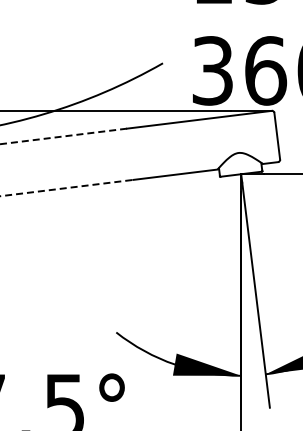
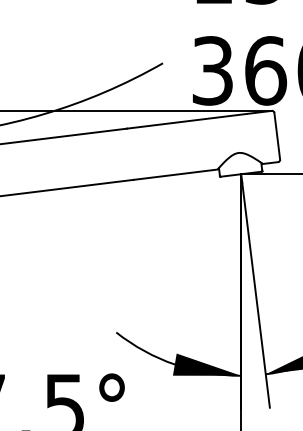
line at (63, 136): dashed -> solid
line at (67, 188): dashed -> solid
